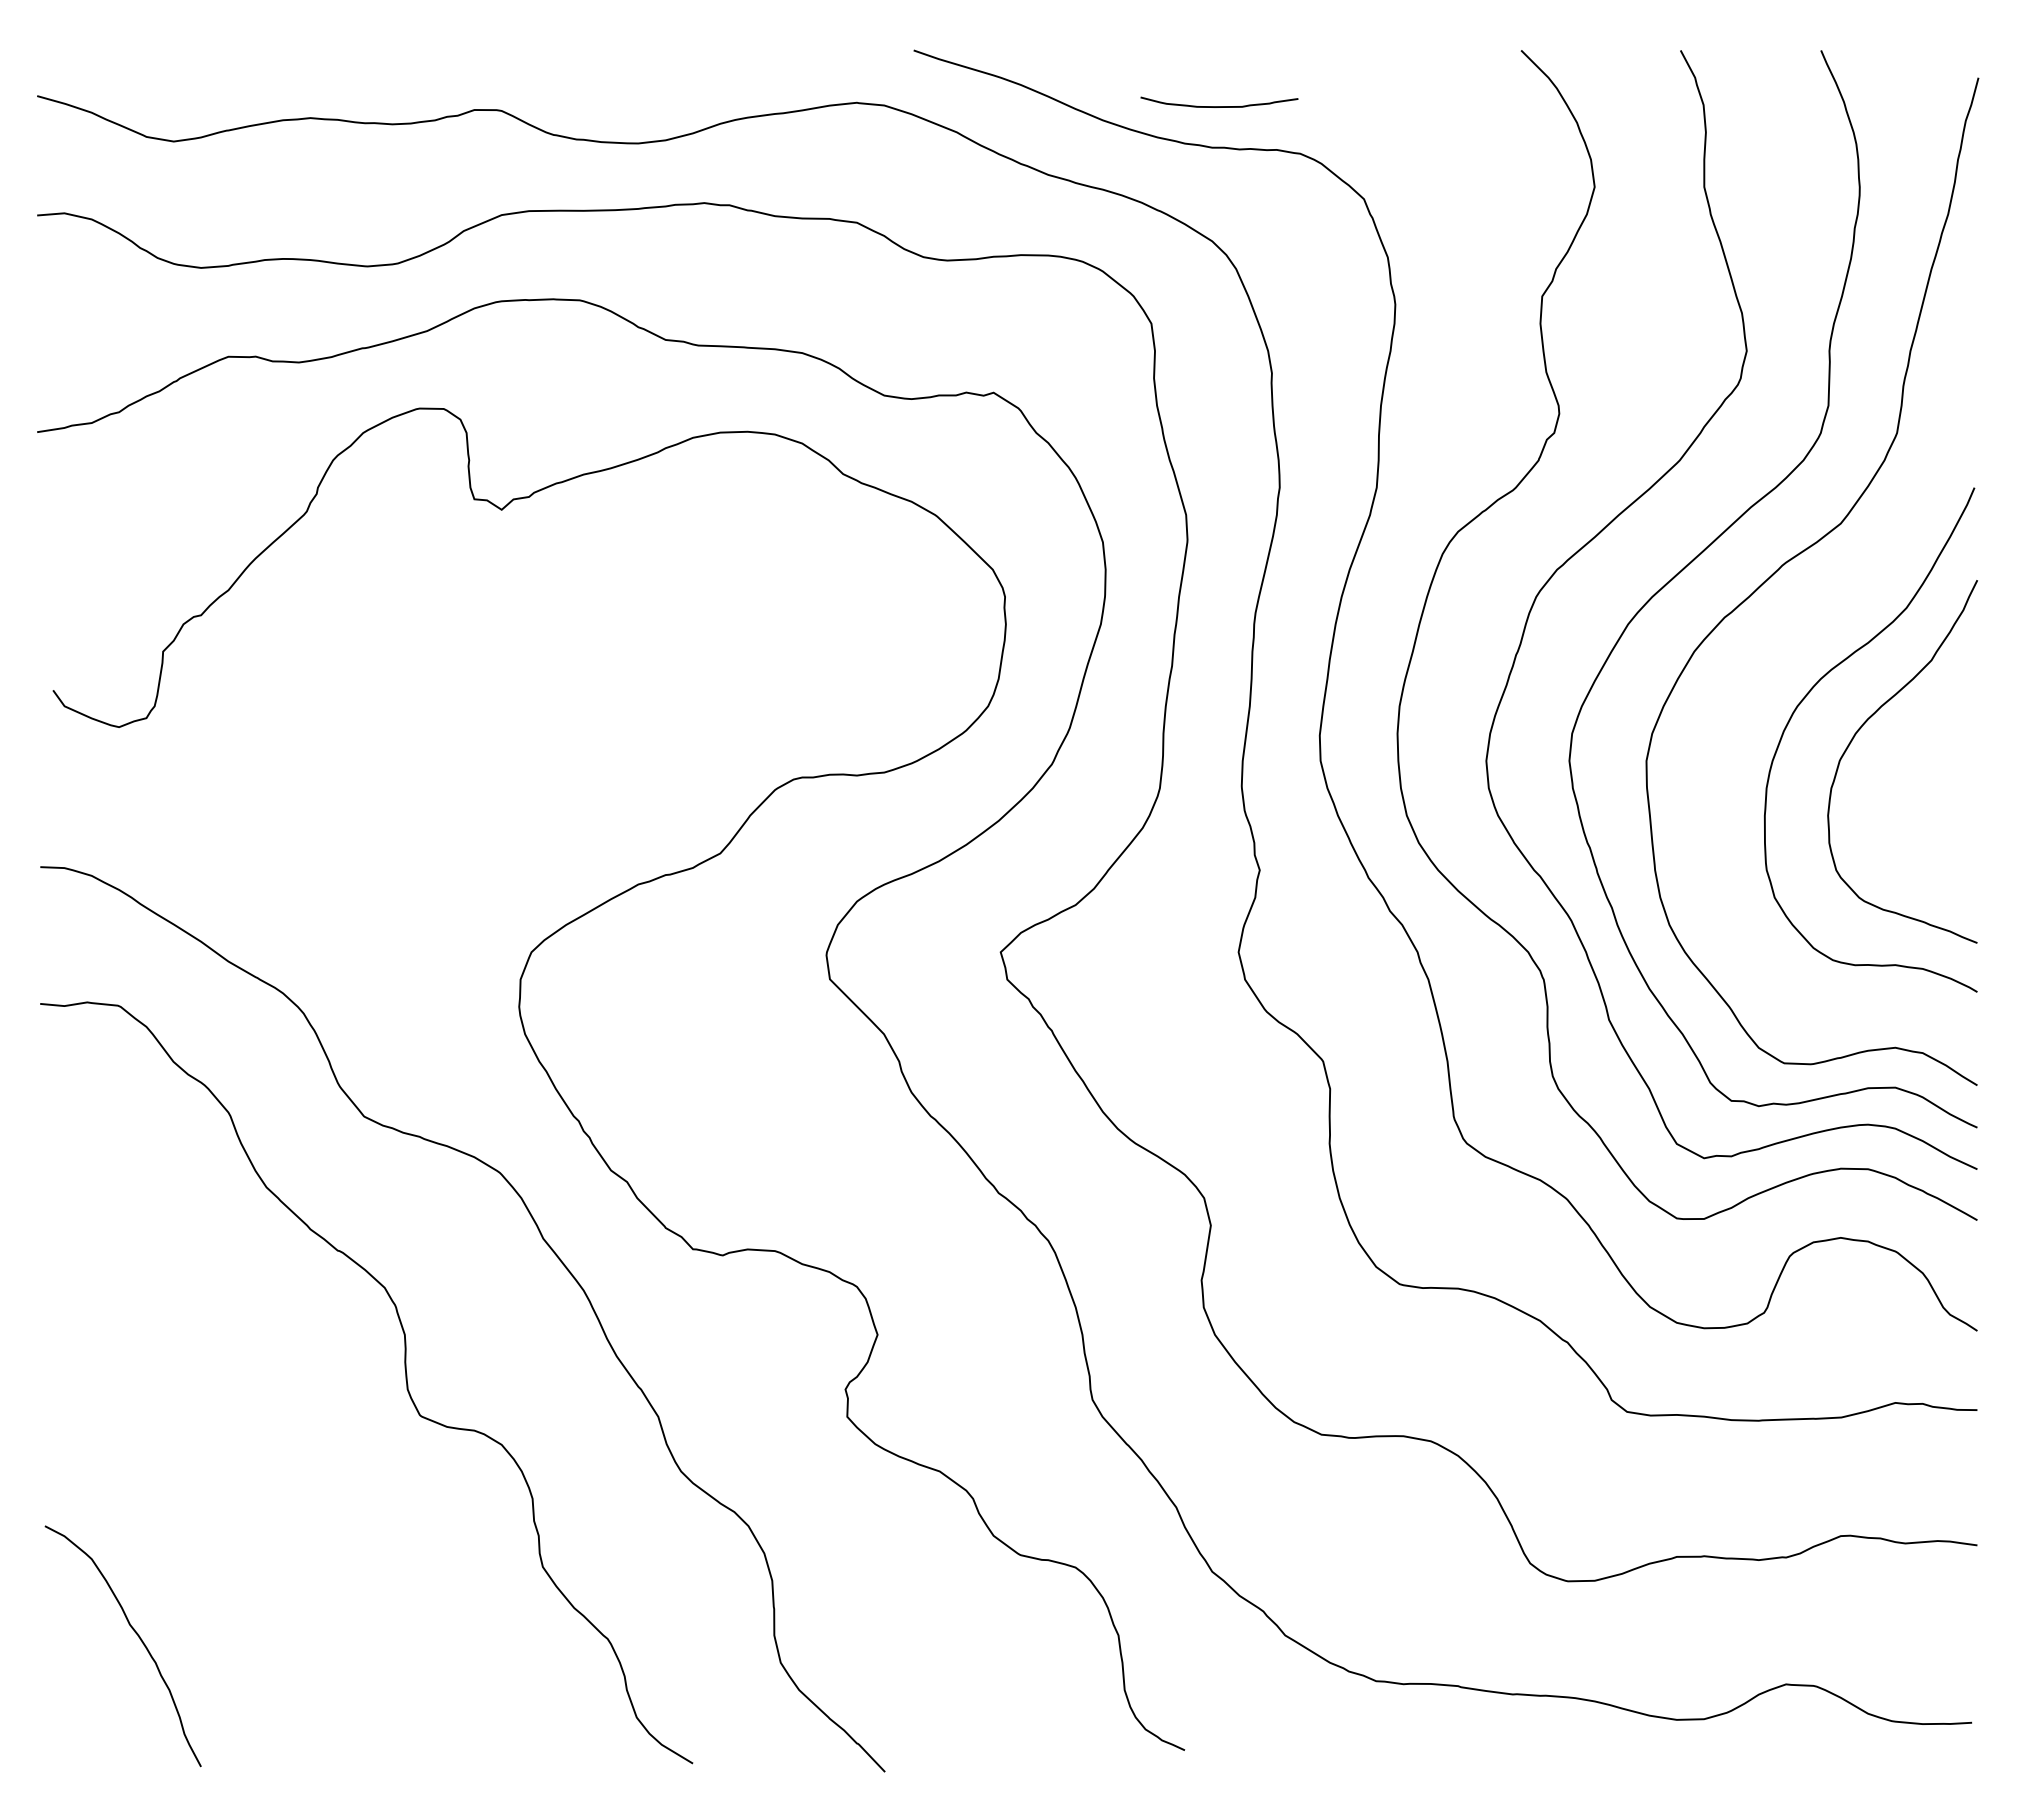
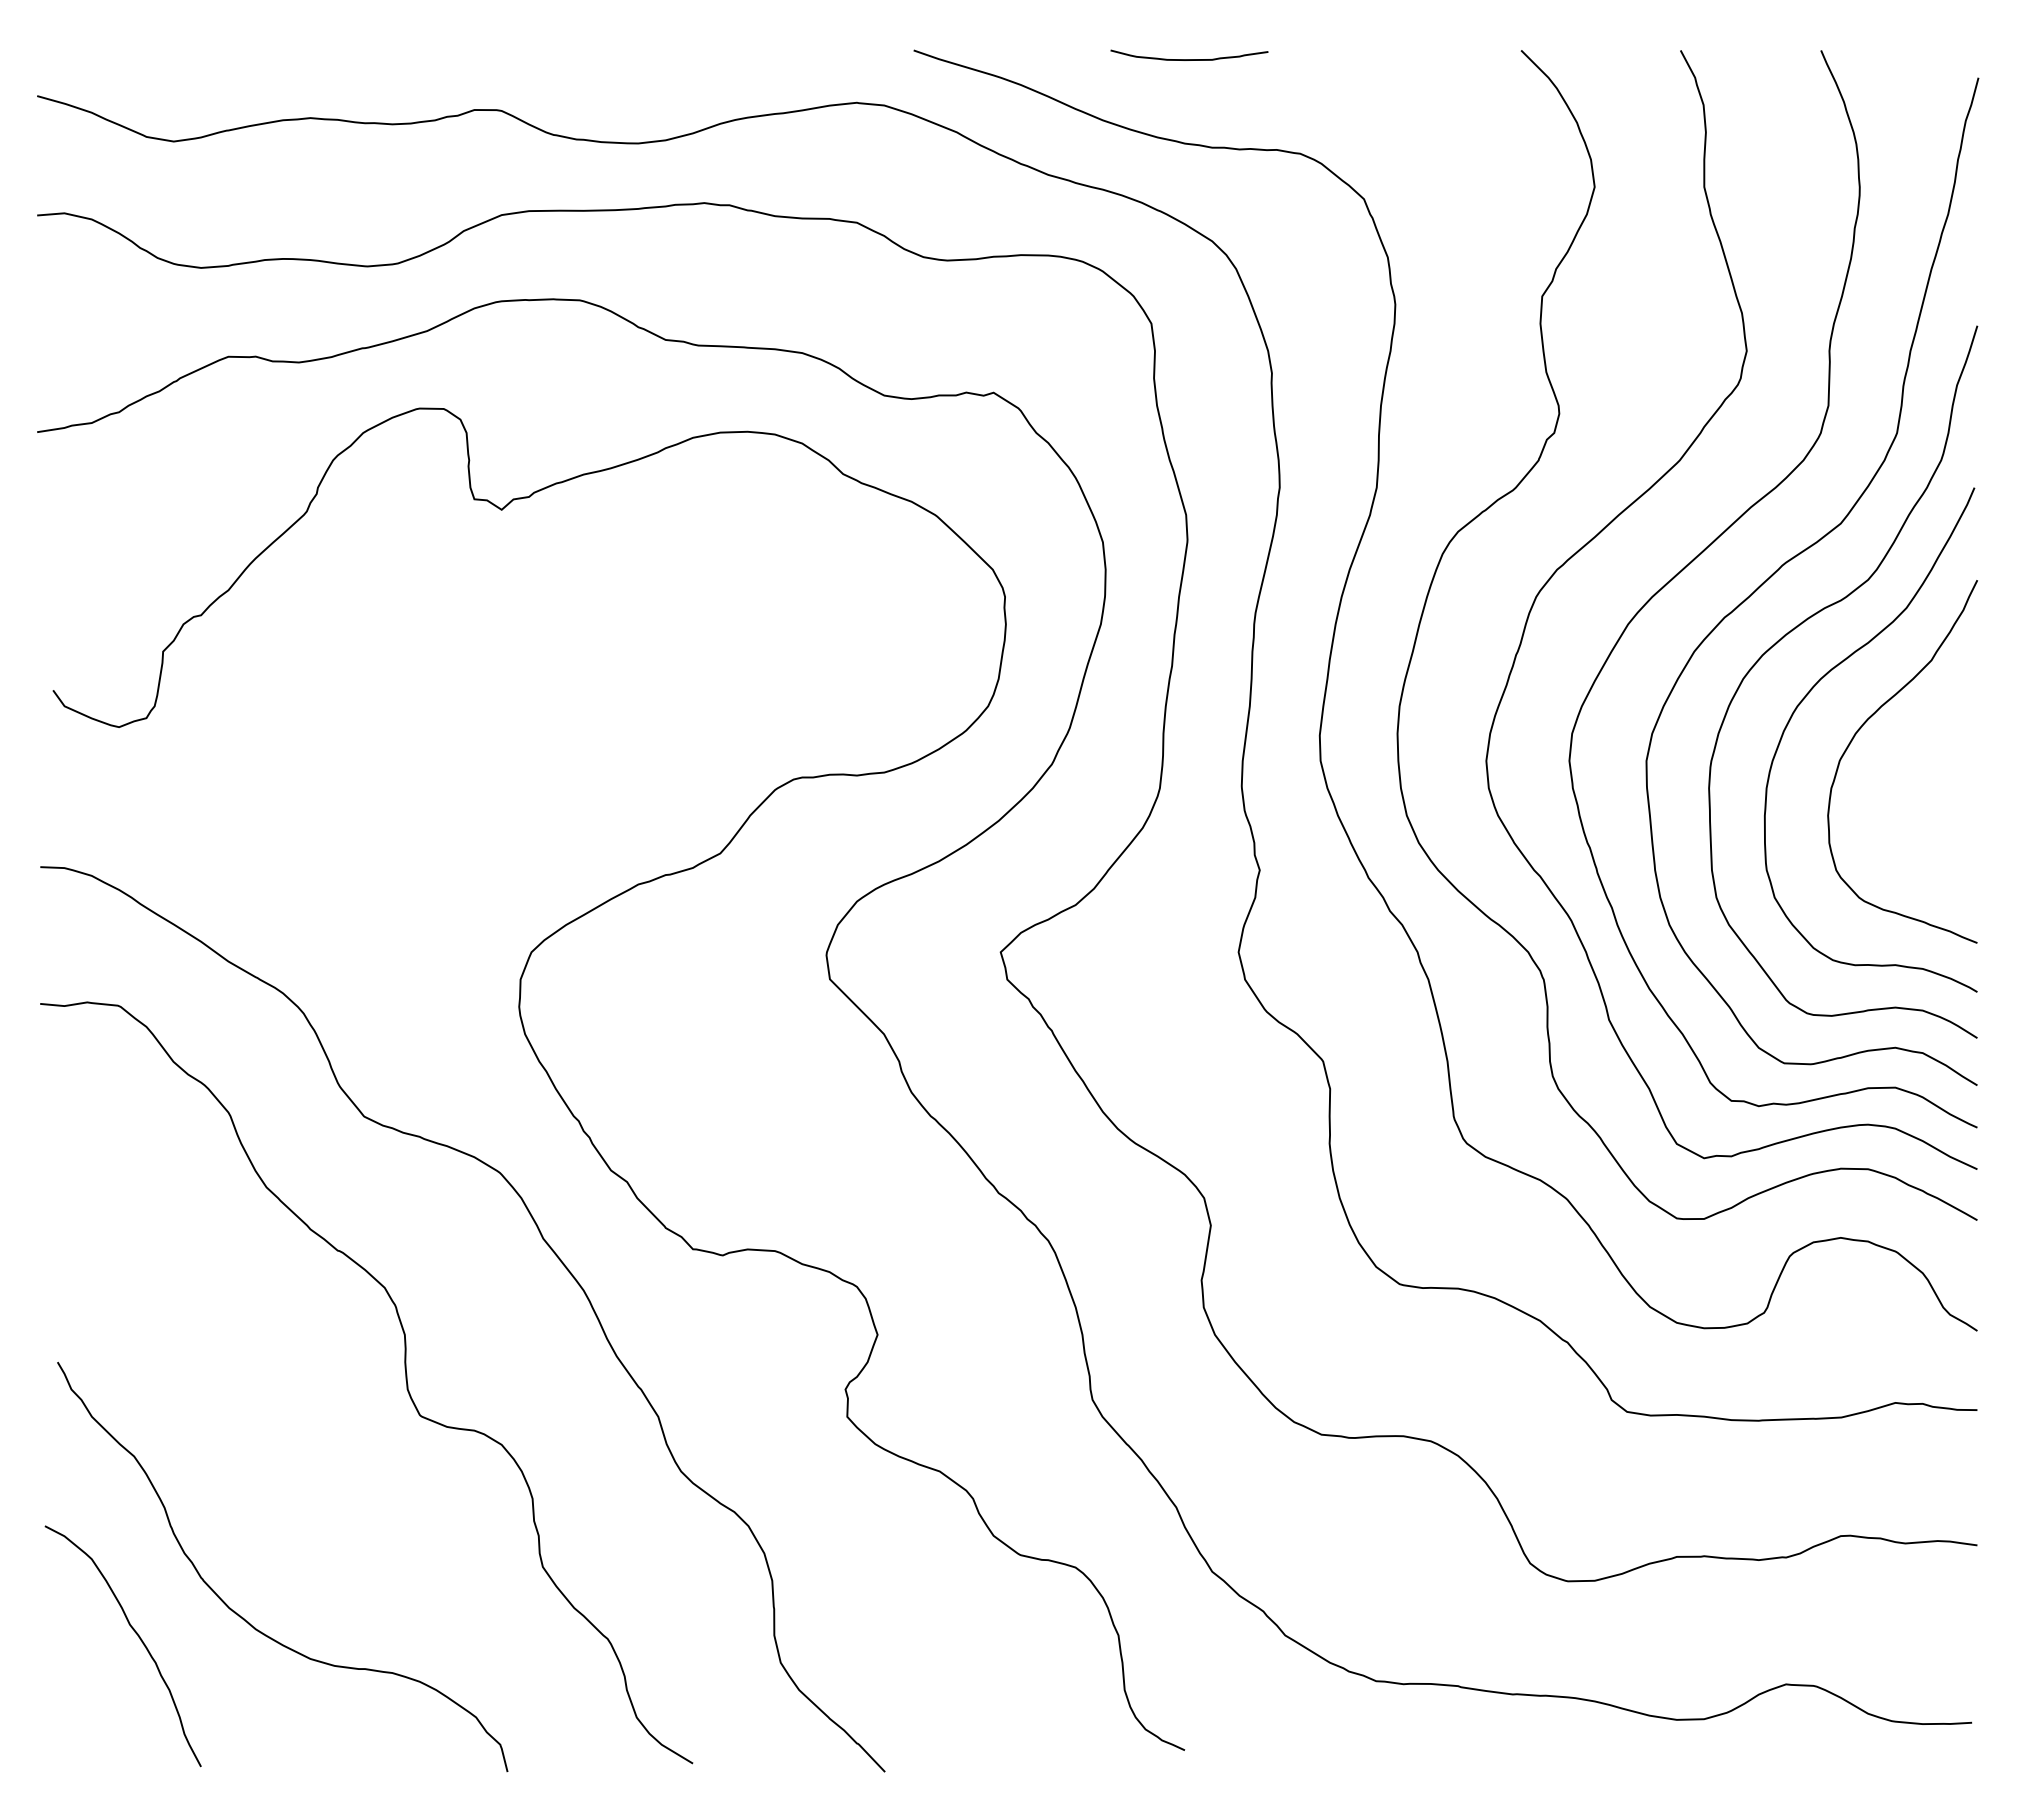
curve at (1219, 106) position: (1219, 106) -> (1189, 59)
curve at (1799, 626): none -> present
curve at (243, 1617): none -> present
